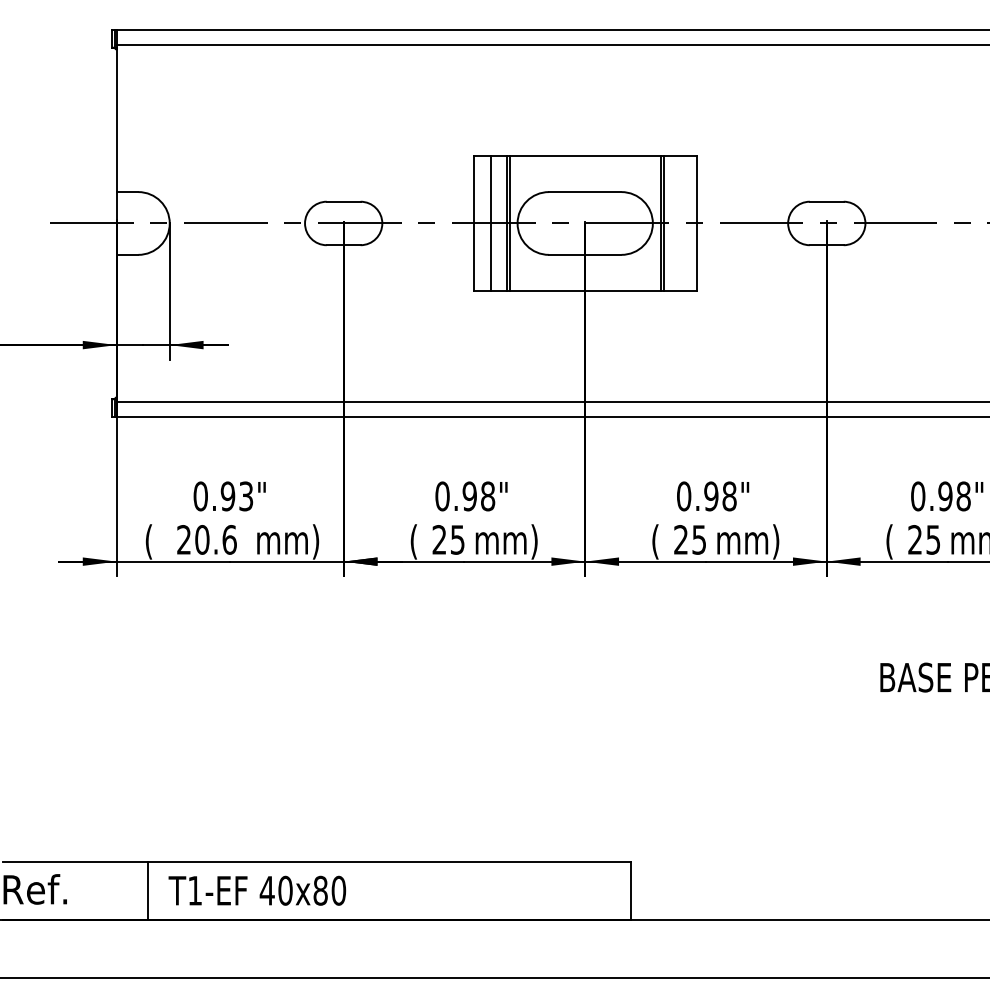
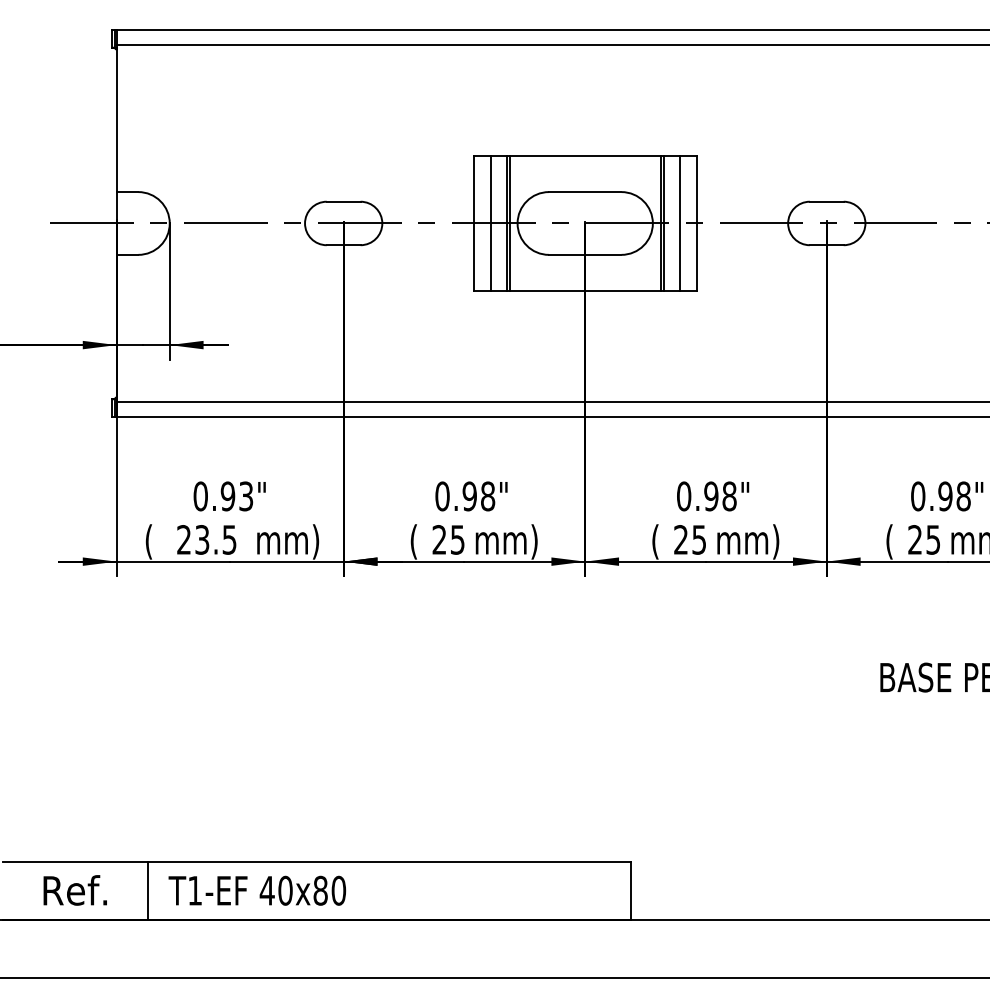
line at (679, 223): none -> present
text at (215, 539): 20.6 -> 23.5
text at (34, 889) position: (34, 889) -> (74, 890)
